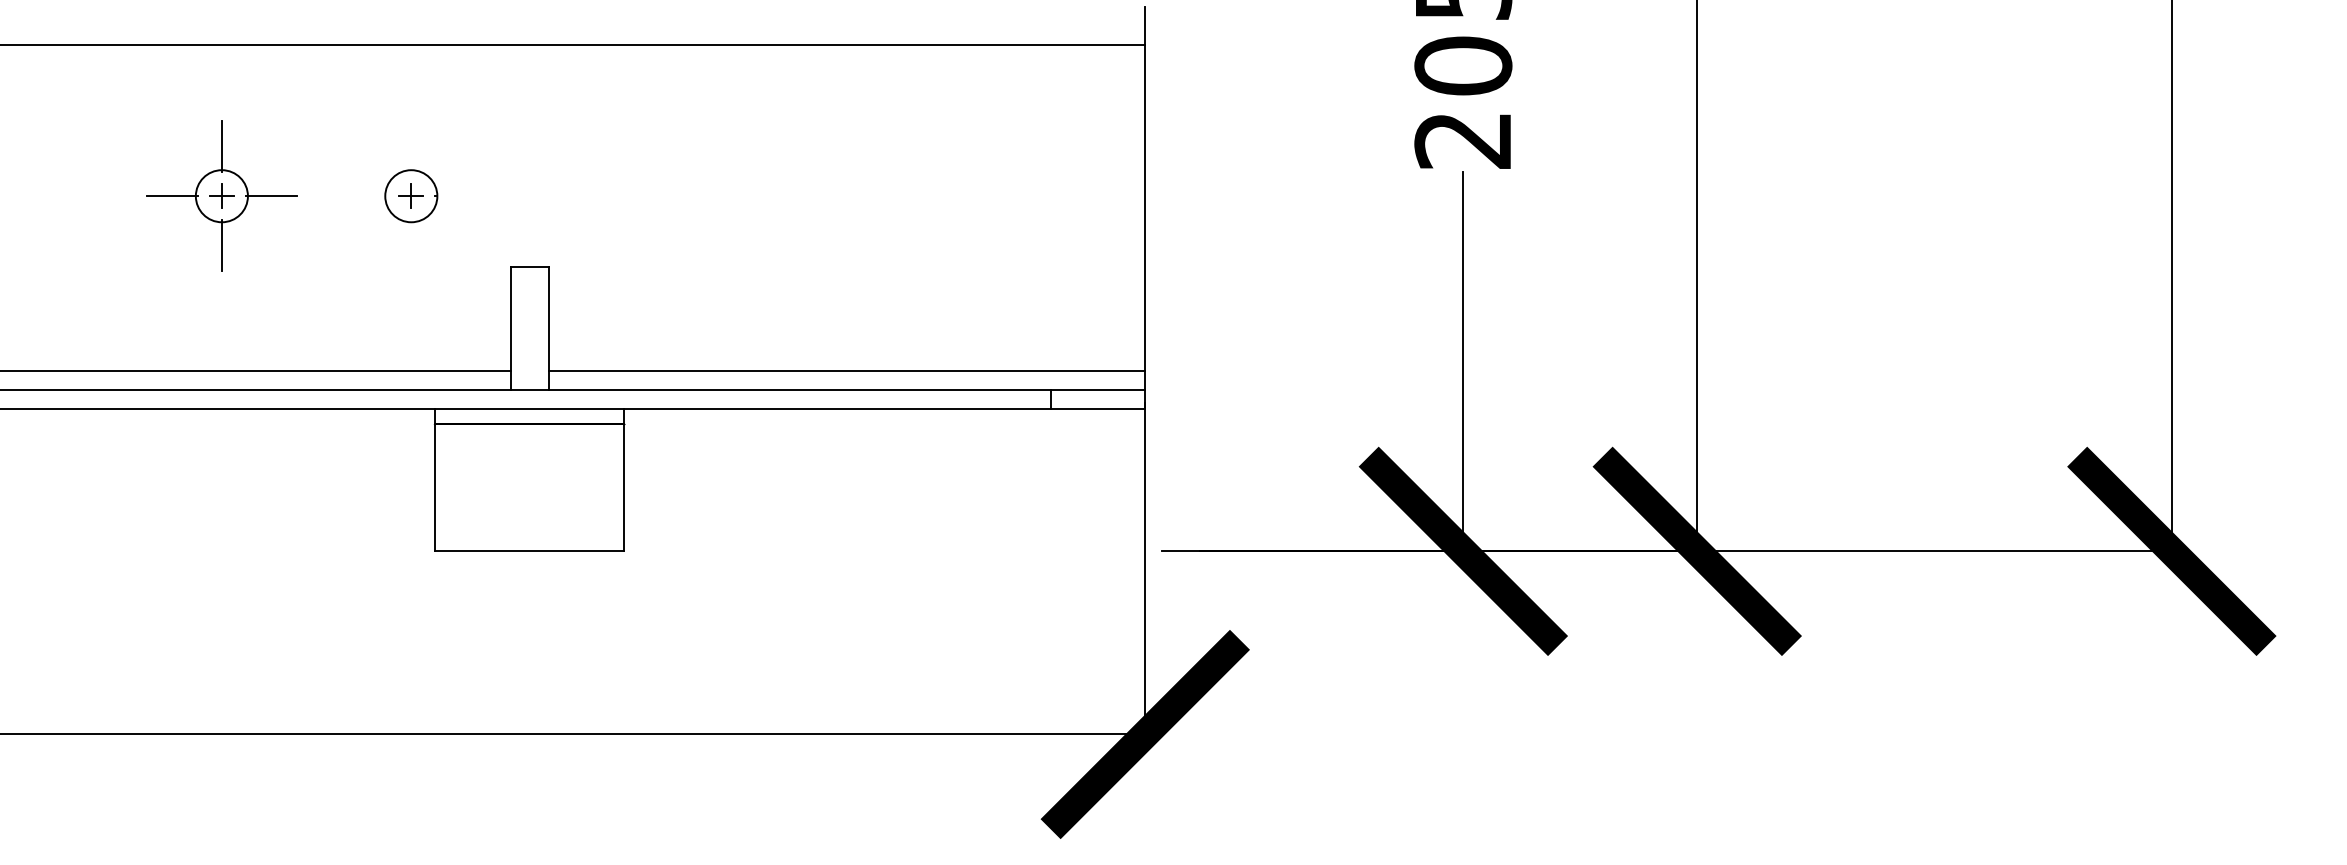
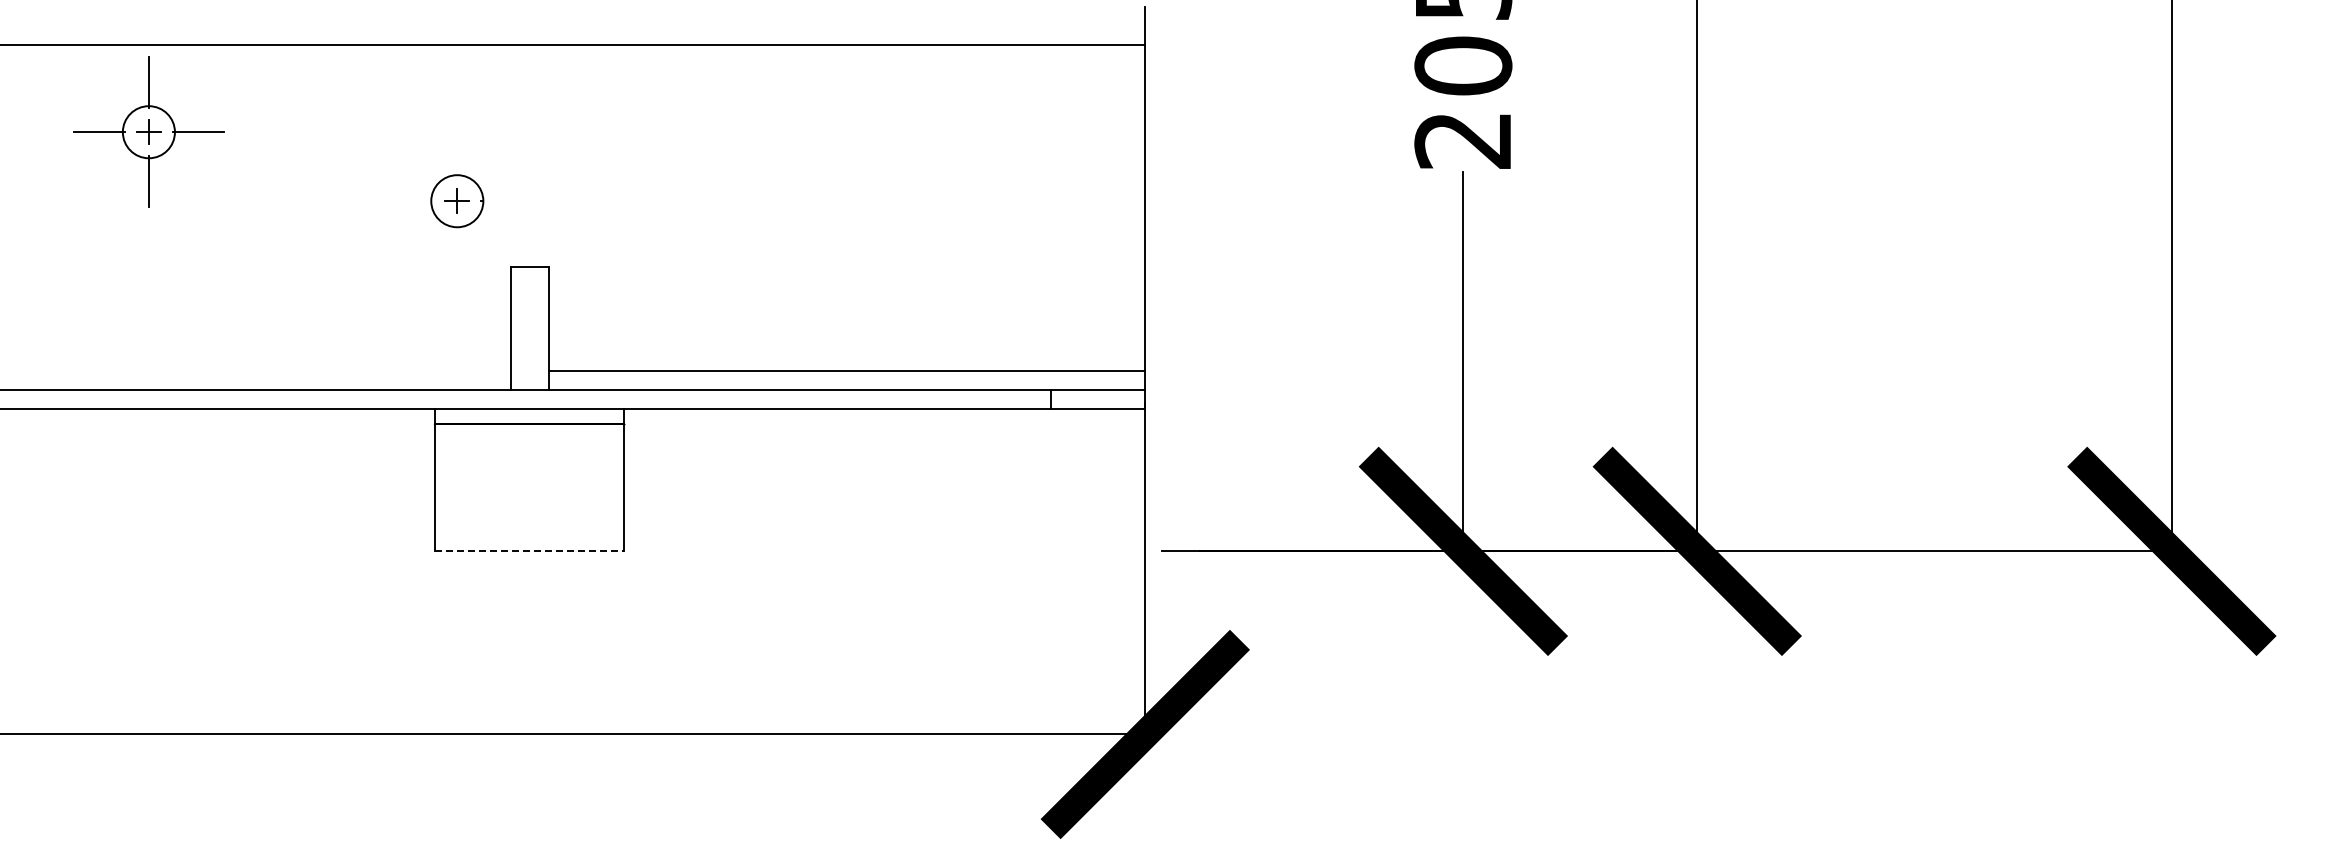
part at (221, 195) position: (221, 195) -> (148, 131)
part at (411, 196) position: (411, 196) -> (457, 201)
line at (256, 371): present -> none
line at (529, 551): solid -> dashed
